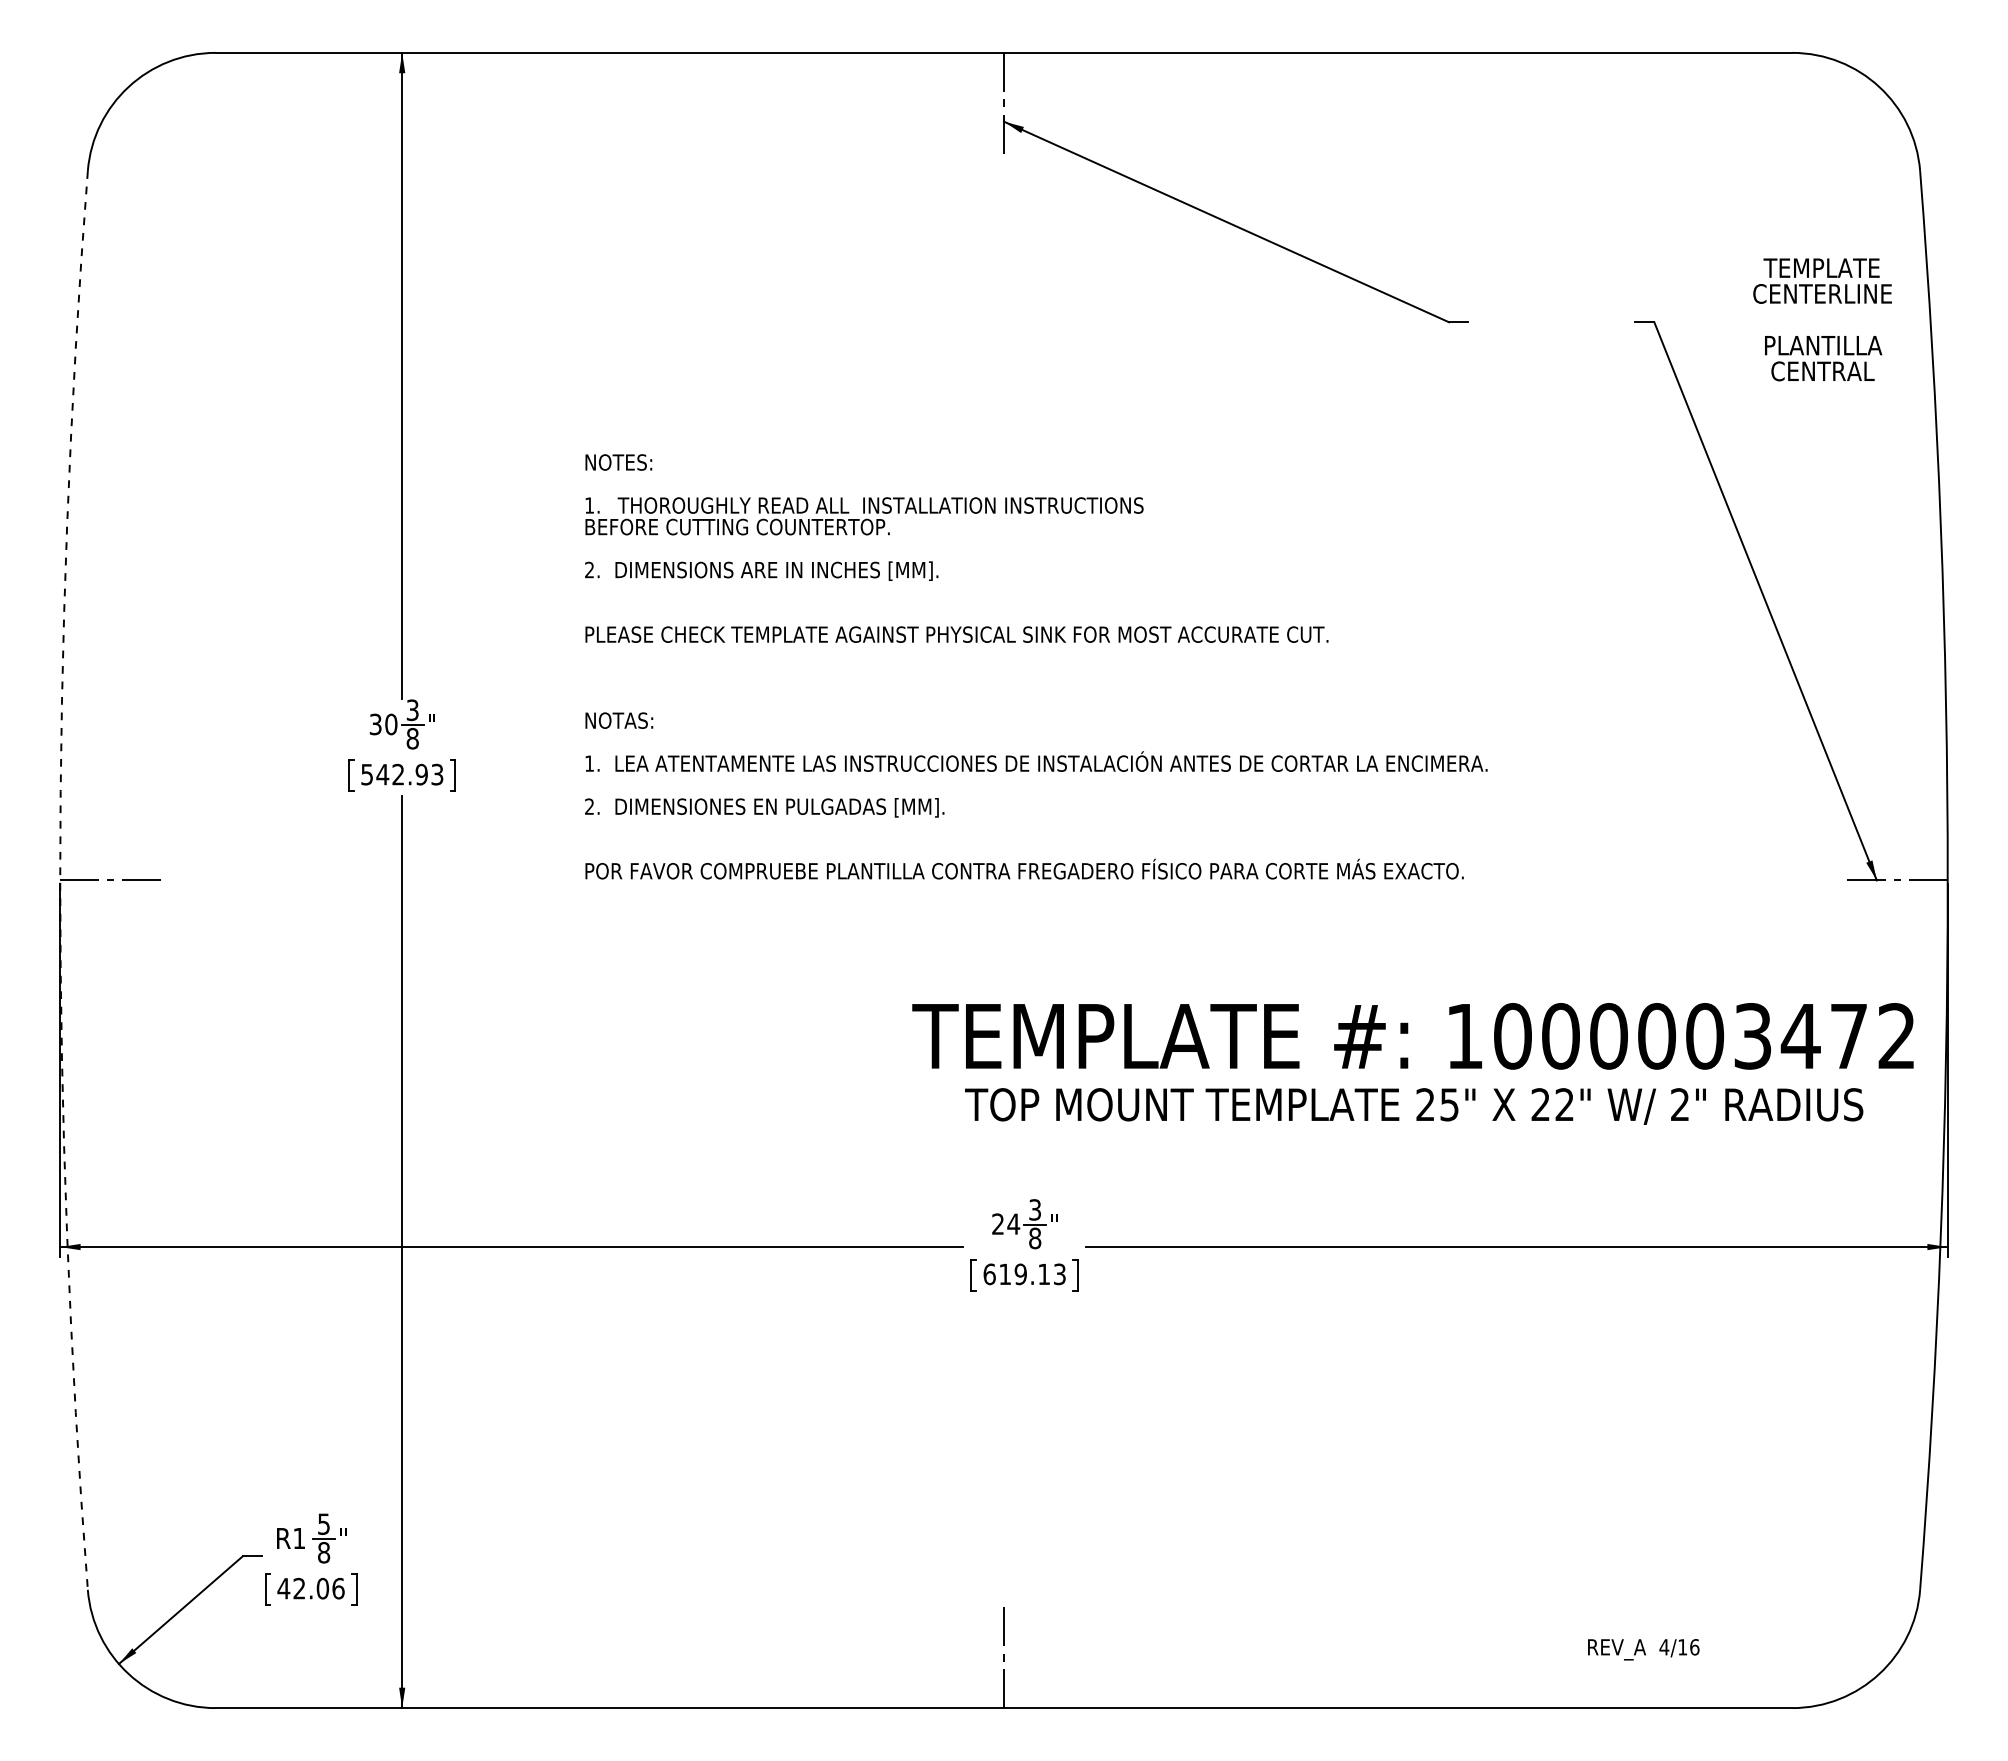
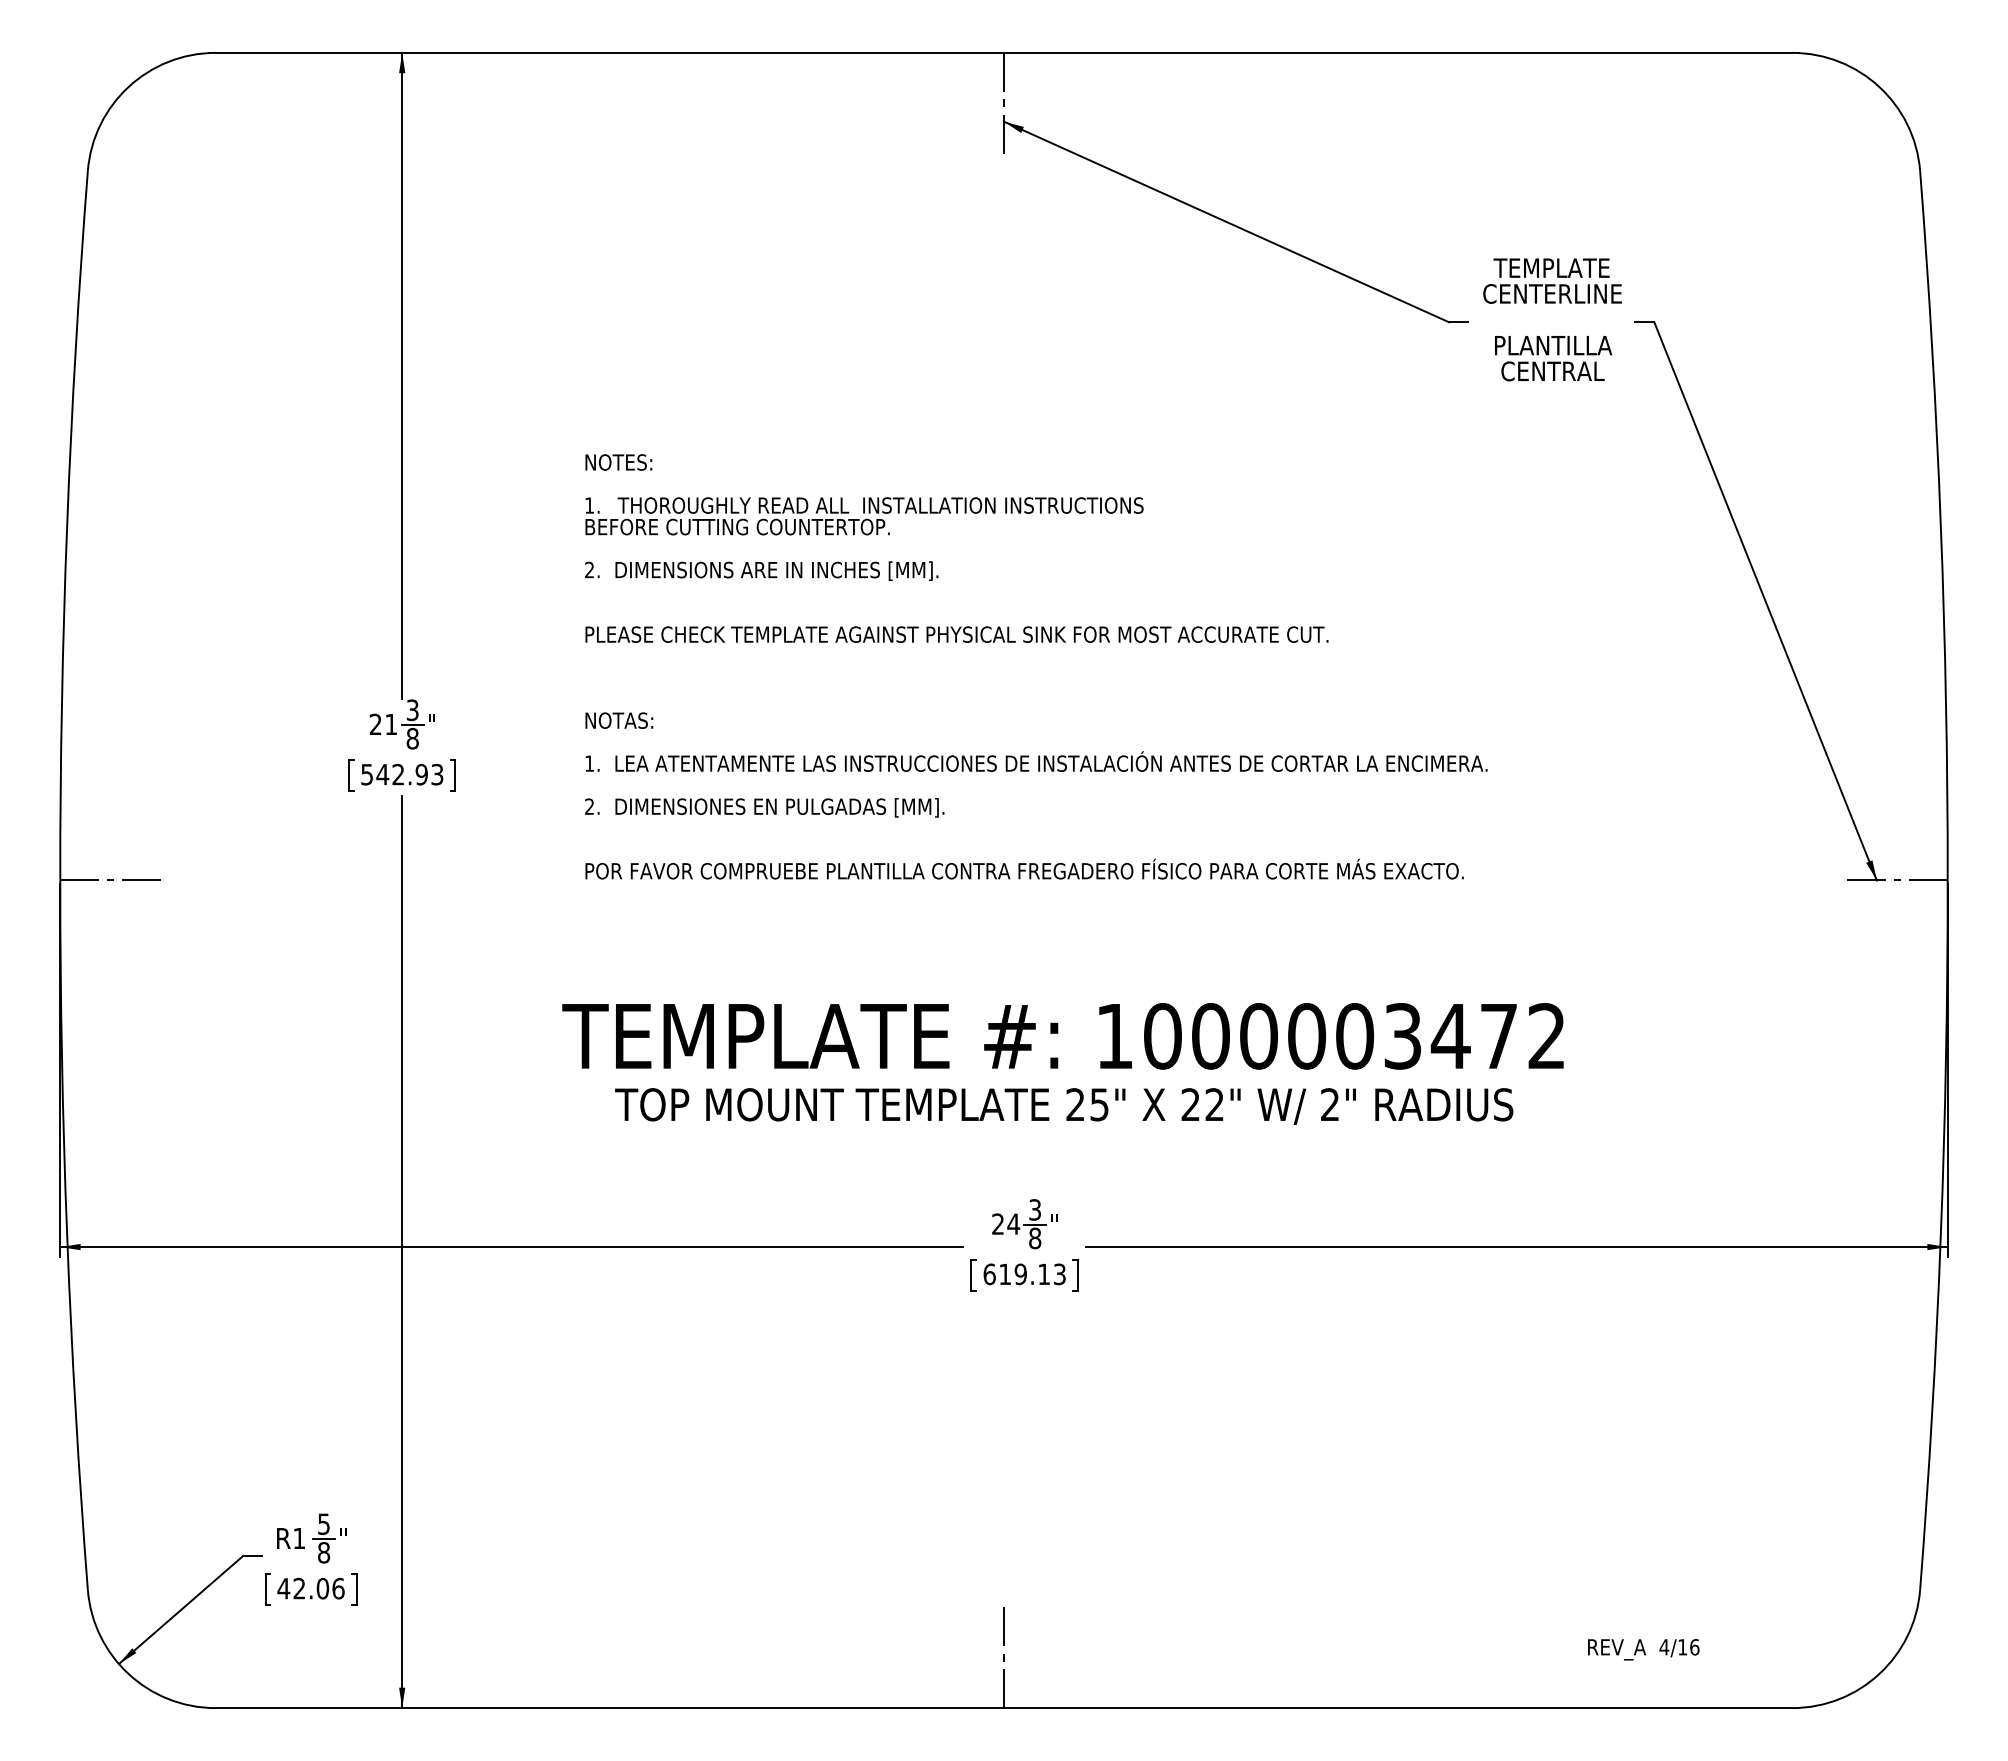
text at (1822, 319) position: (1822, 319) -> (1552, 319)
text at (383, 724): 30 -> 21
arc at (60, 880): dashed -> solid
text at (1412, 1063) position: (1412, 1063) -> (1062, 1063)
